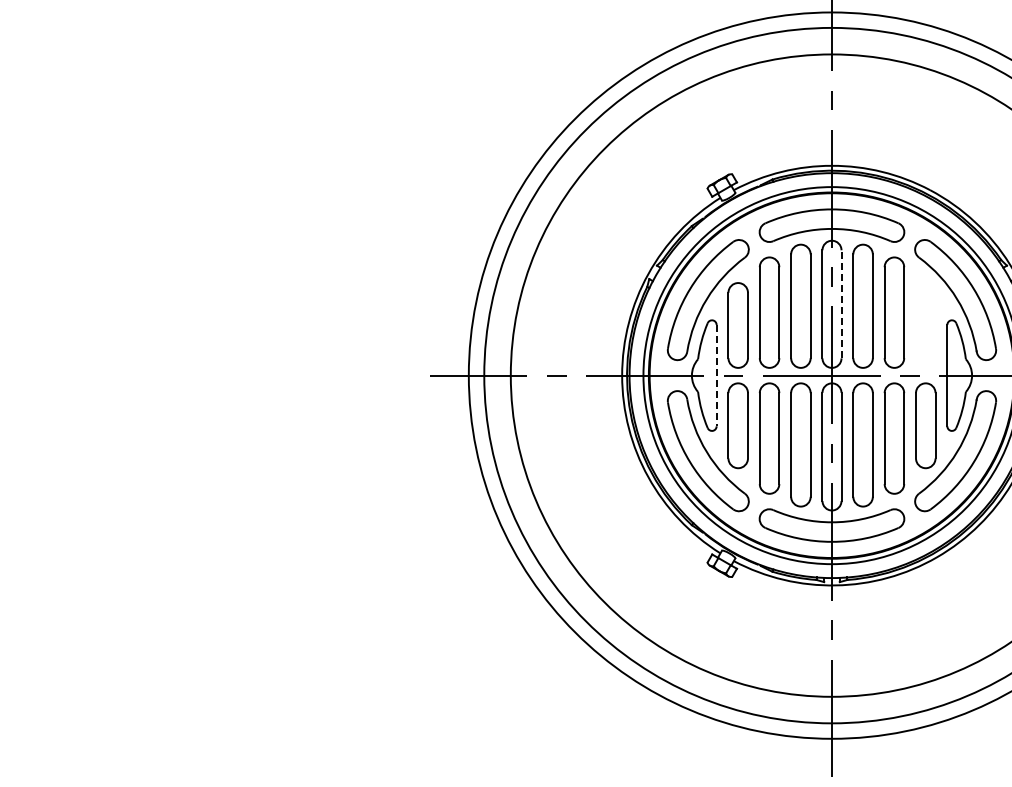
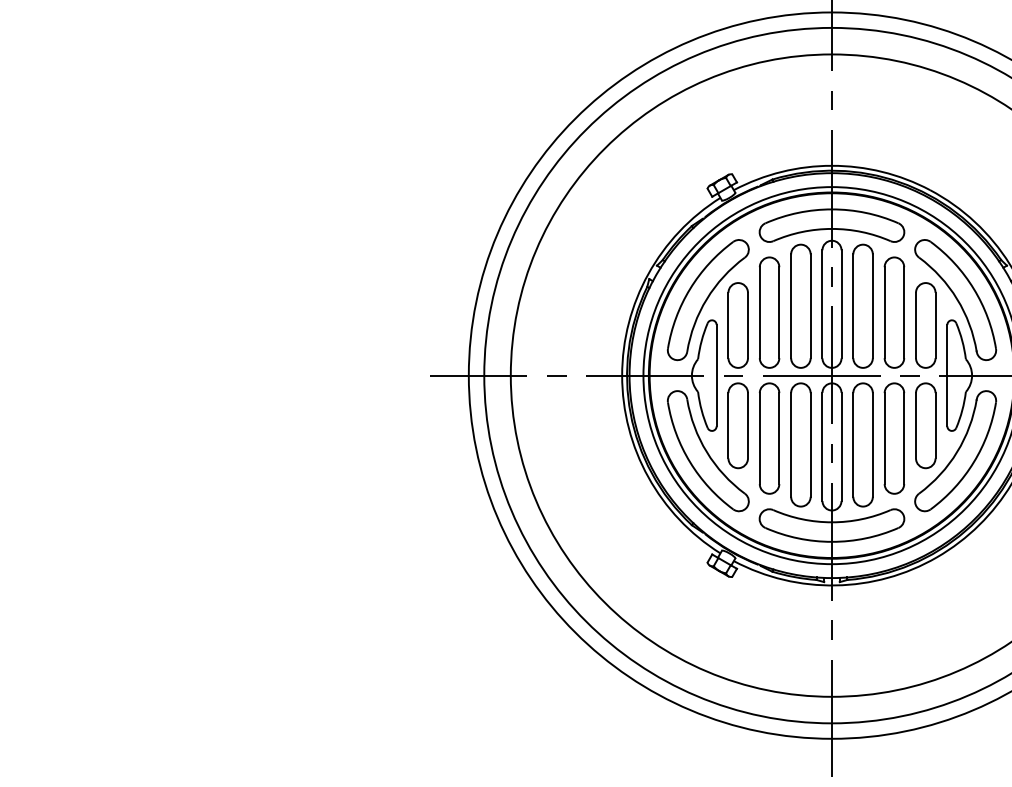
line at (841, 303): dashed -> solid
part at (925, 325): none -> present
line at (716, 375): dashed -> solid
